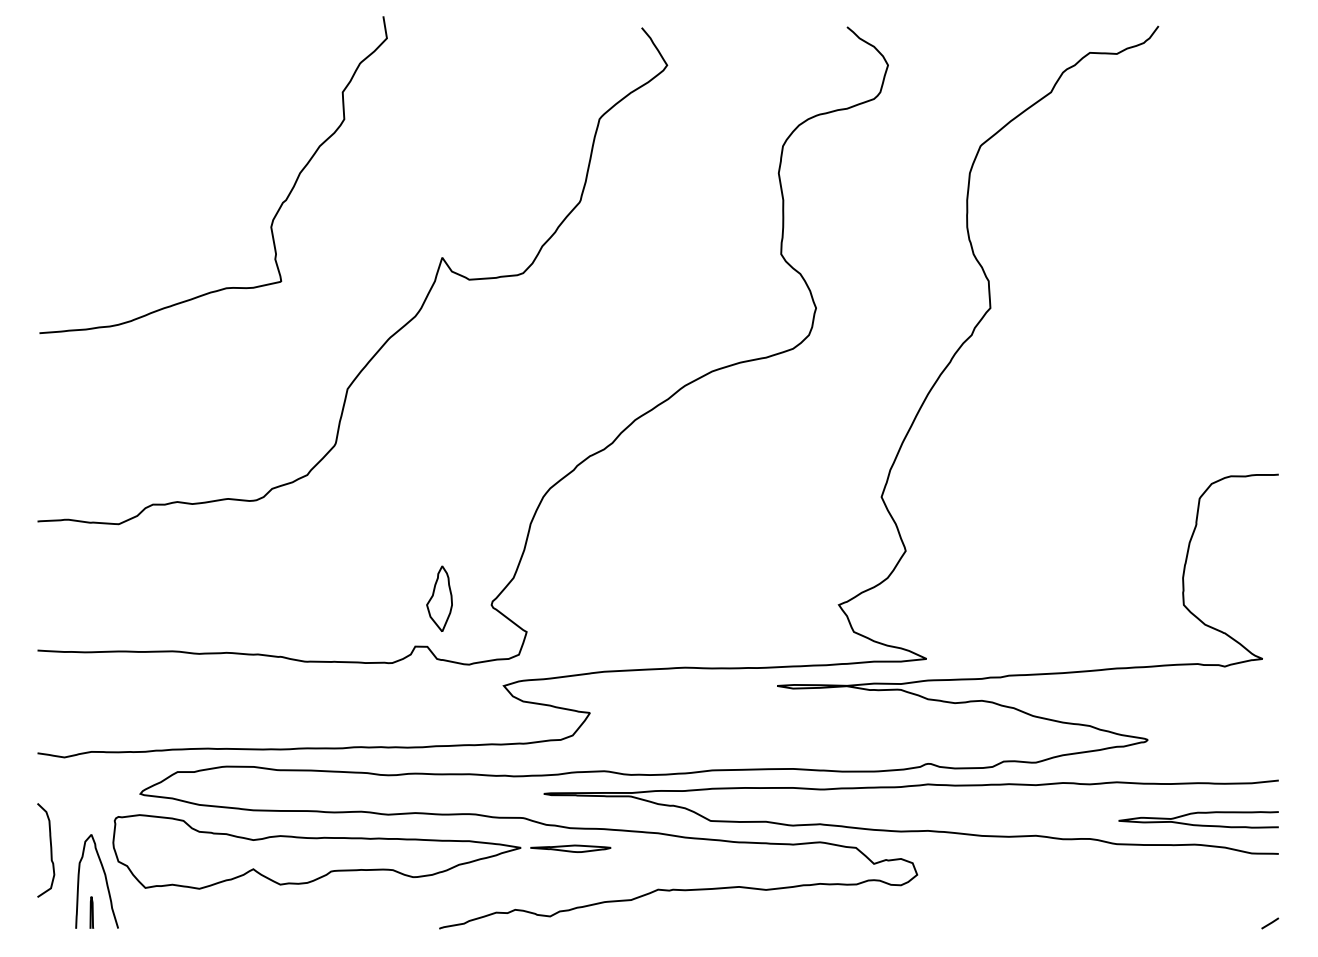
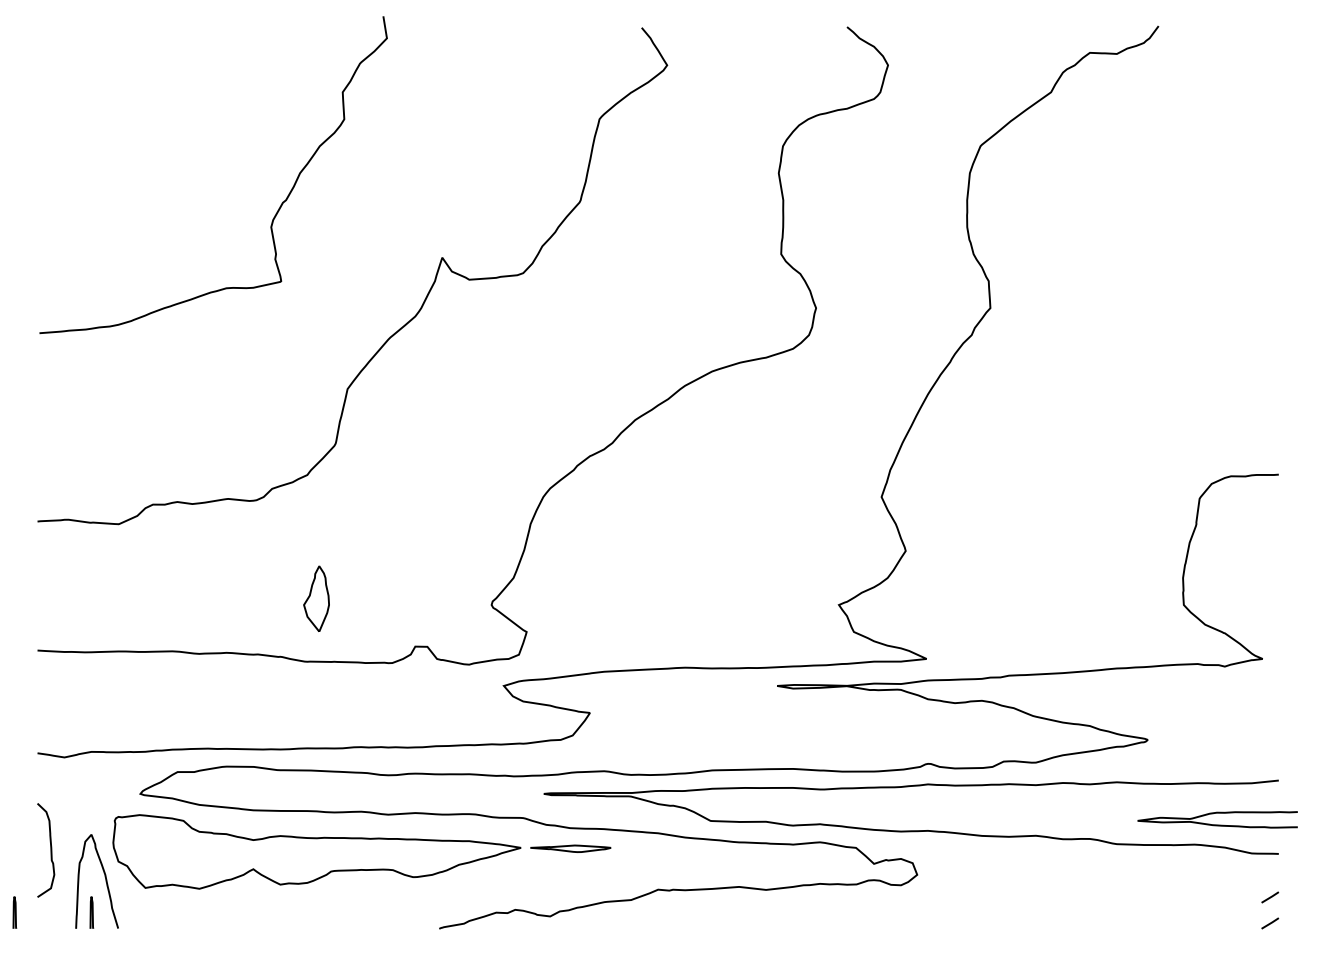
part at (439, 598) position: (439, 598) -> (316, 598)
curve at (1198, 824) position: (1198, 824) -> (1217, 824)
line at (1270, 897): none -> present
curve at (14, 912): none -> present
